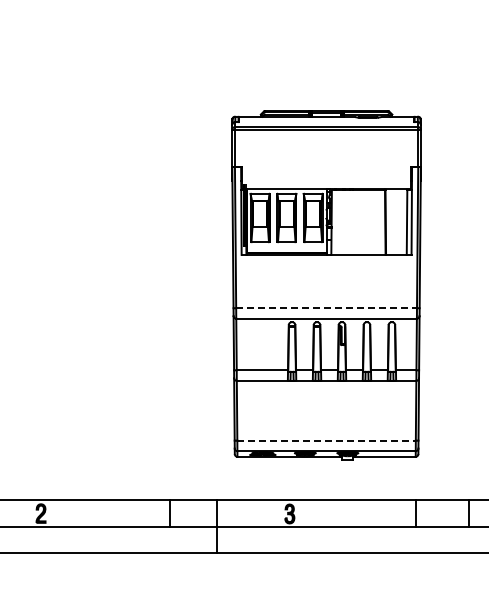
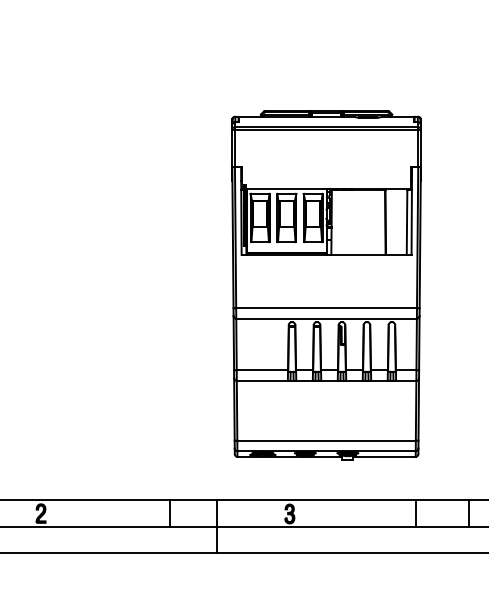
line at (327, 308): dashed -> solid
line at (327, 440): dashed -> solid
